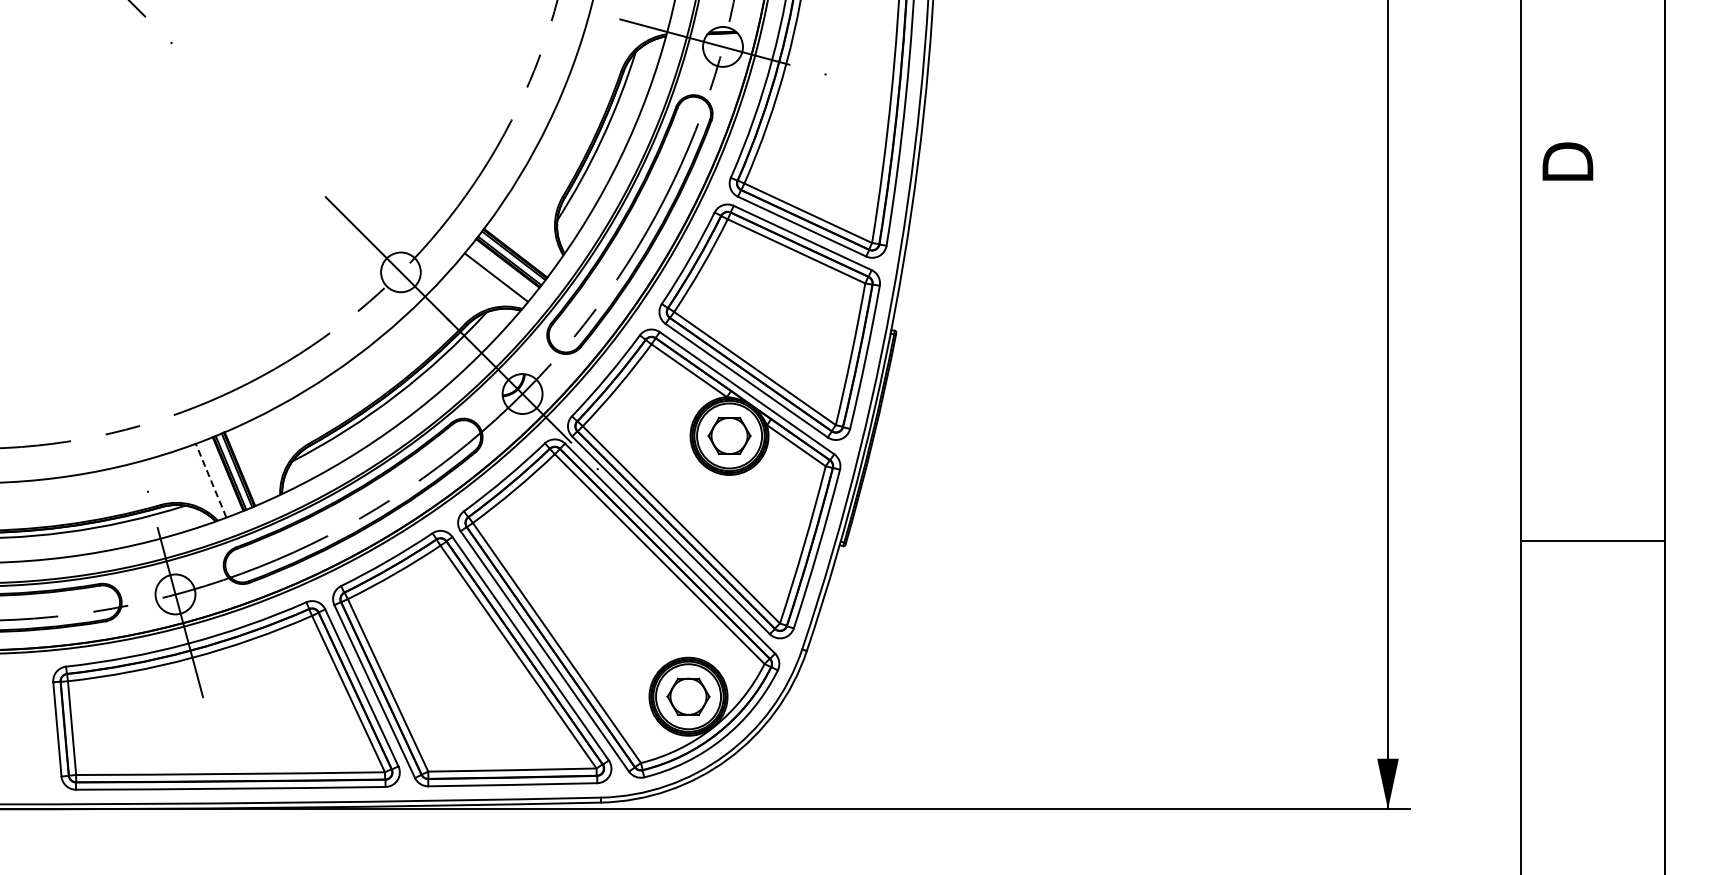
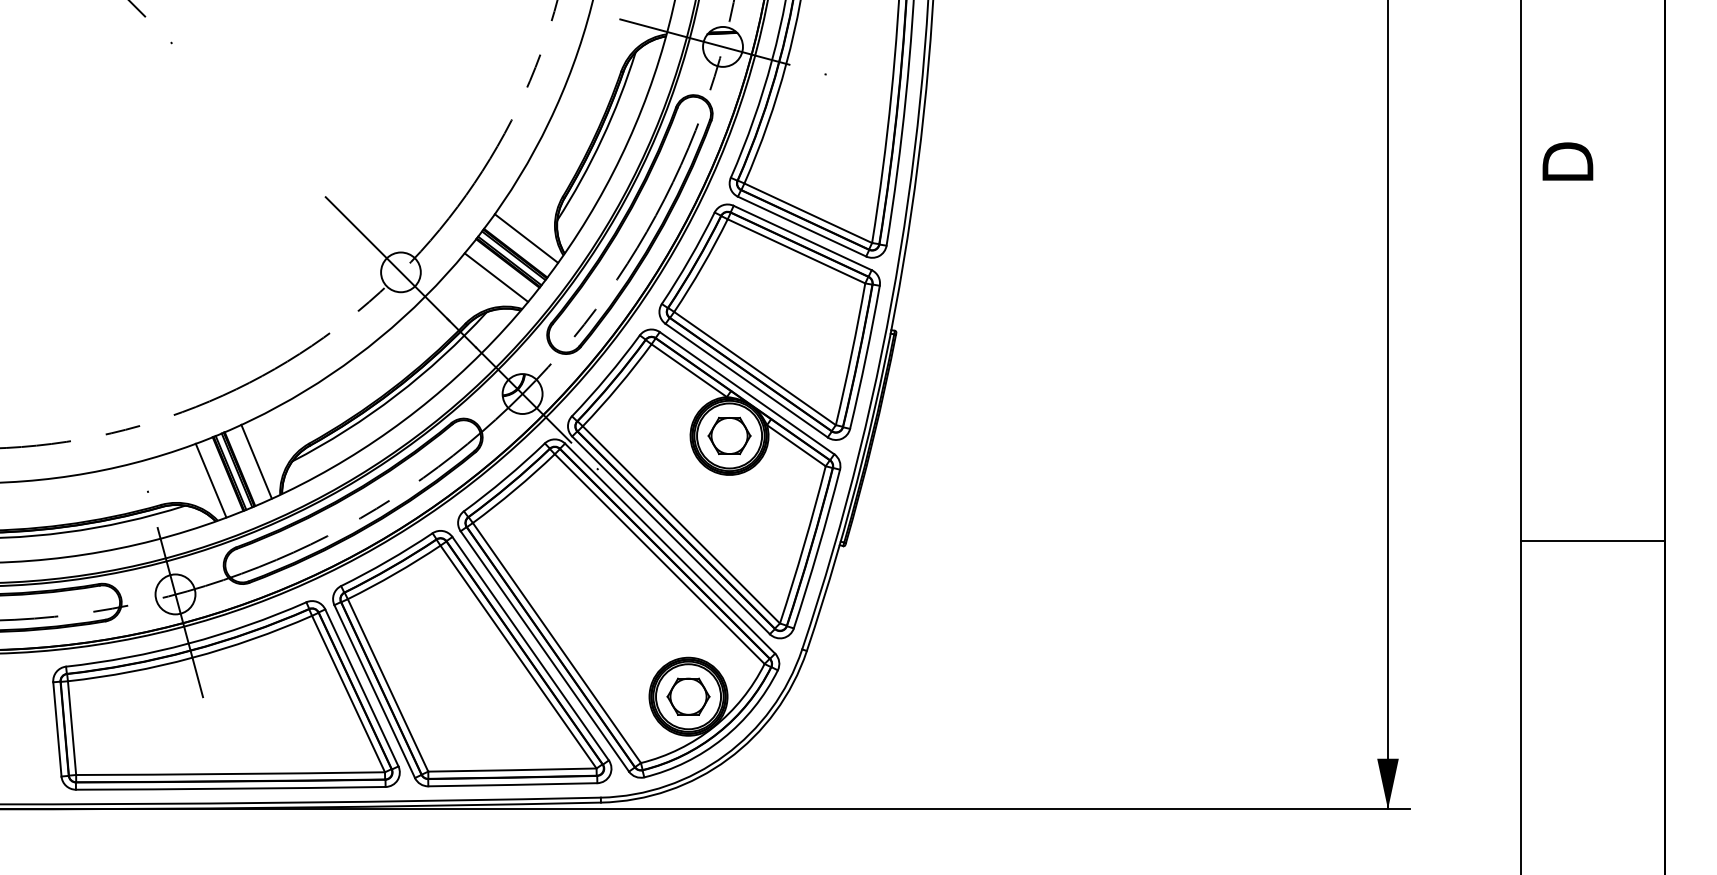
line at (526, 238): none -> present
line at (256, 461): none -> present
line at (211, 480): dashed -> solid
